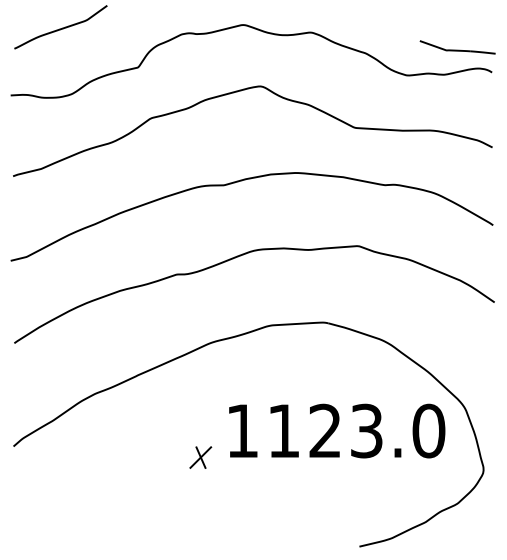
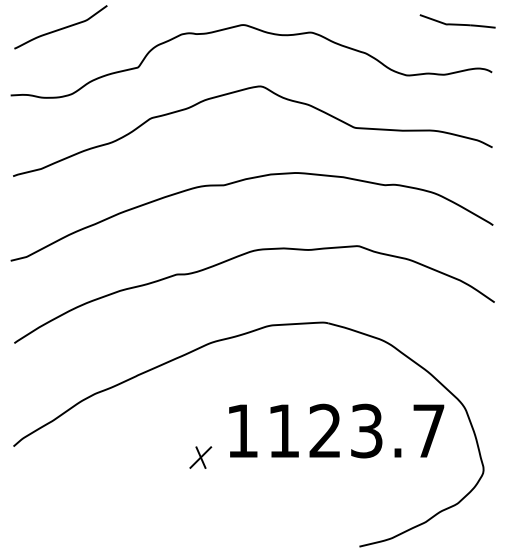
part at (457, 47) position: (457, 47) -> (457, 21)
text at (428, 430): 1123.0 -> 1123.7
